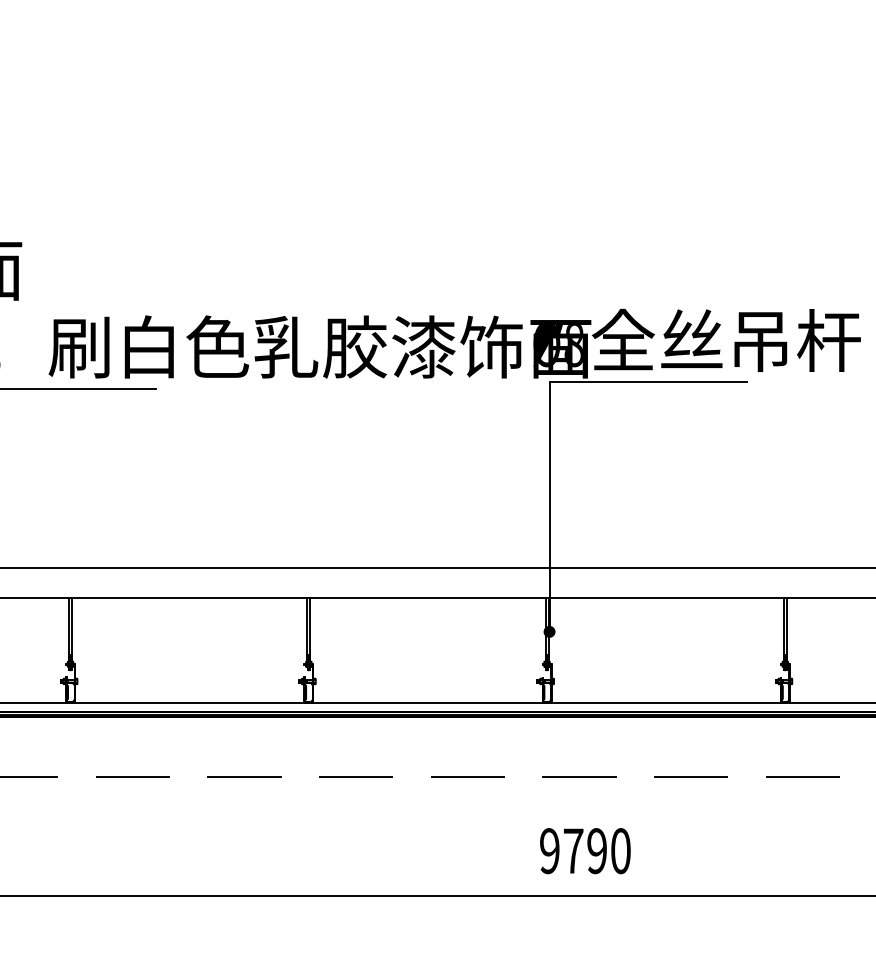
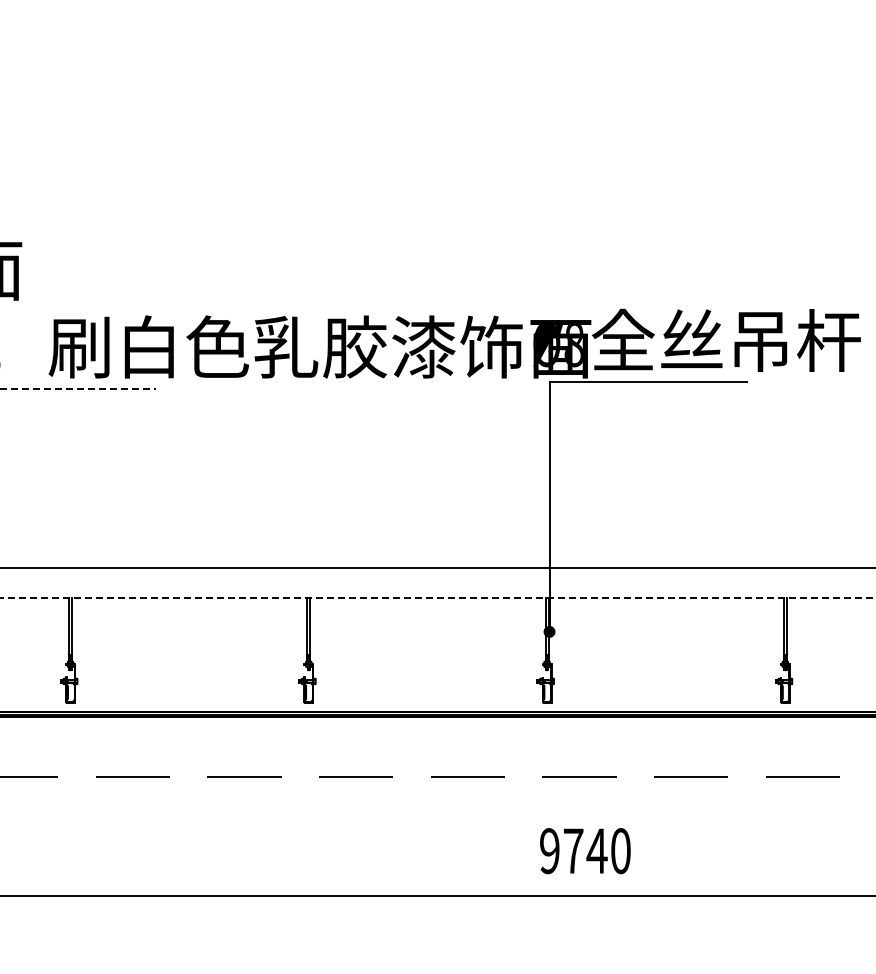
line at (78, 388): solid -> dashed
line at (437, 598): solid -> dashed
line at (437, 702): present -> none
text at (596, 851): 9790 -> 9740
